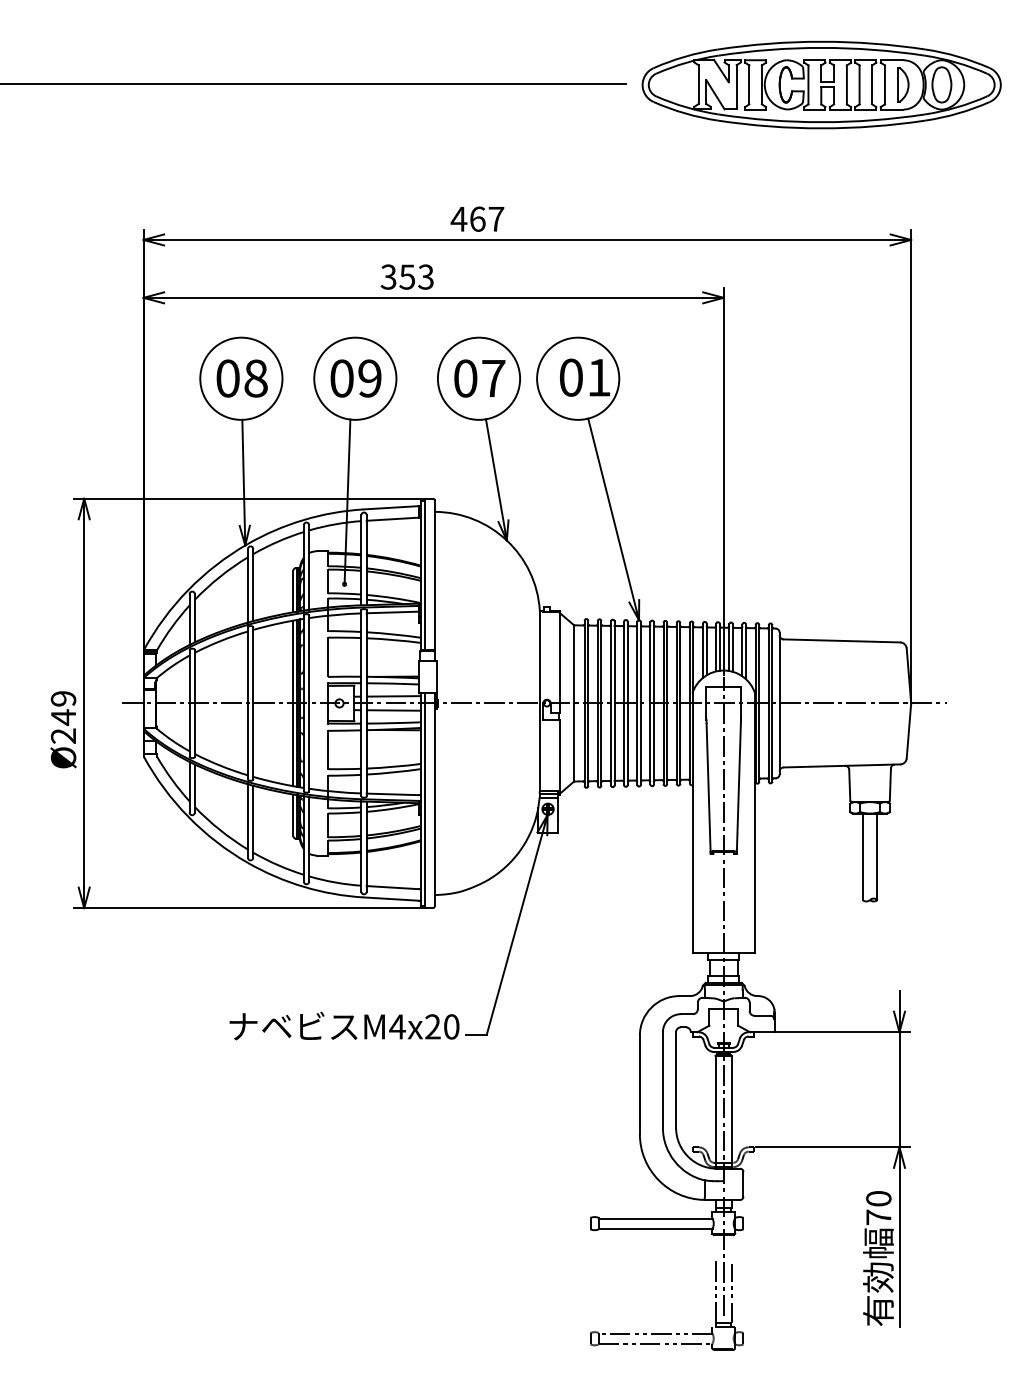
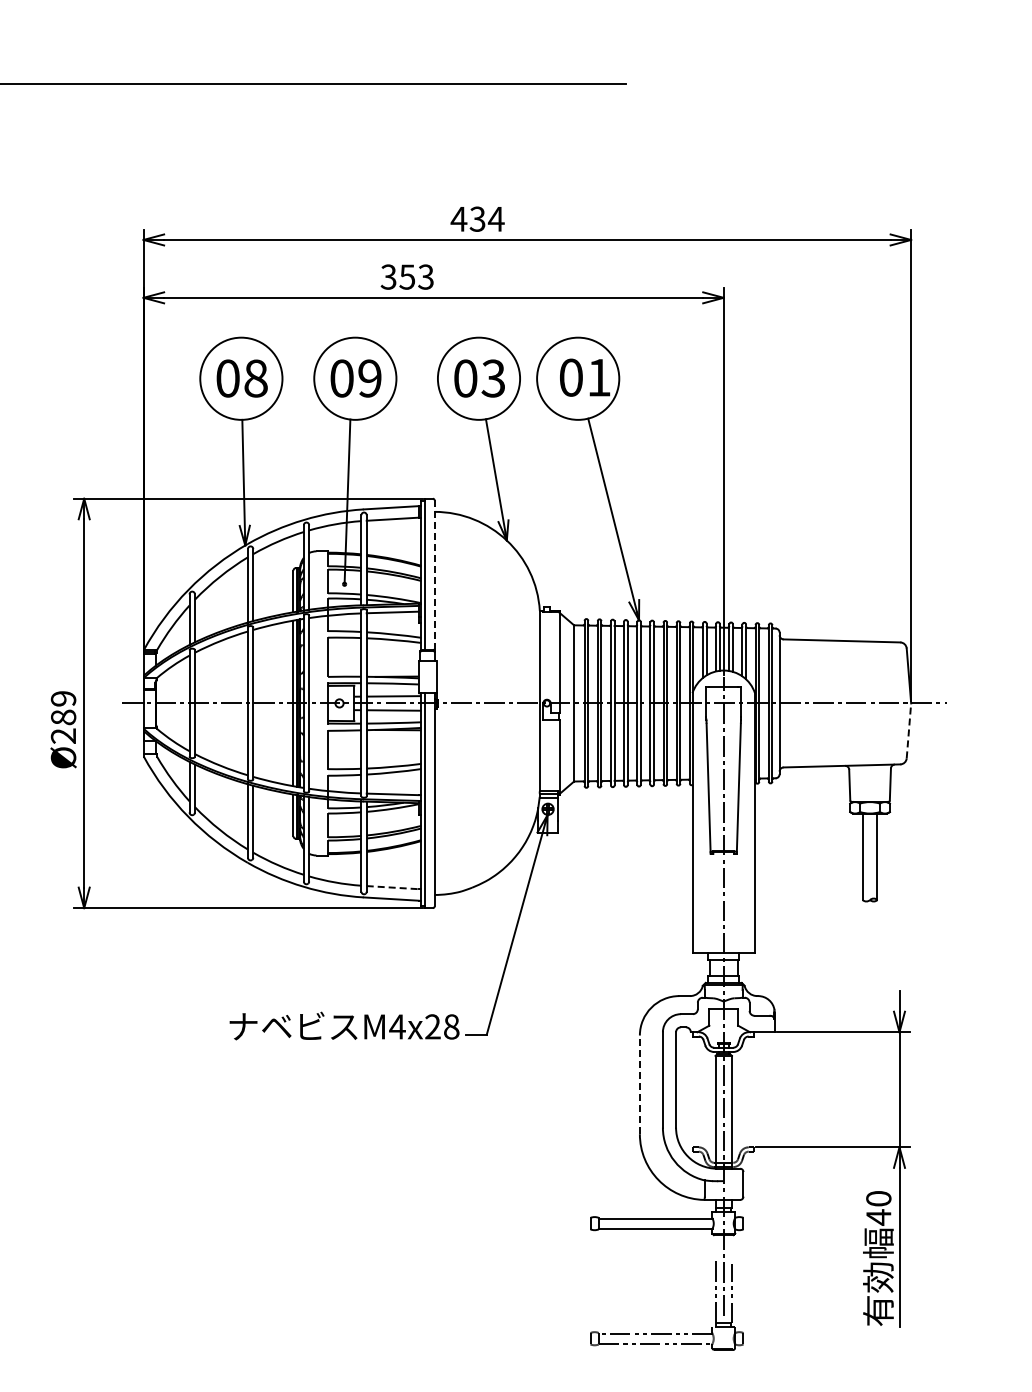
part at (821, 84): present -> none
text at (486, 218): 467 -> 434
text at (493, 378): 07 -> 03
line at (434, 576): solid -> dashed
text at (63, 717): Ø249 -> Ø289
line at (908, 730): solid -> dashed
line at (393, 887): solid -> dashed
text at (451, 1026): M4x20 -> M4x28
line at (639, 1084): solid -> dashed
text at (878, 1217): 70 -> 40
